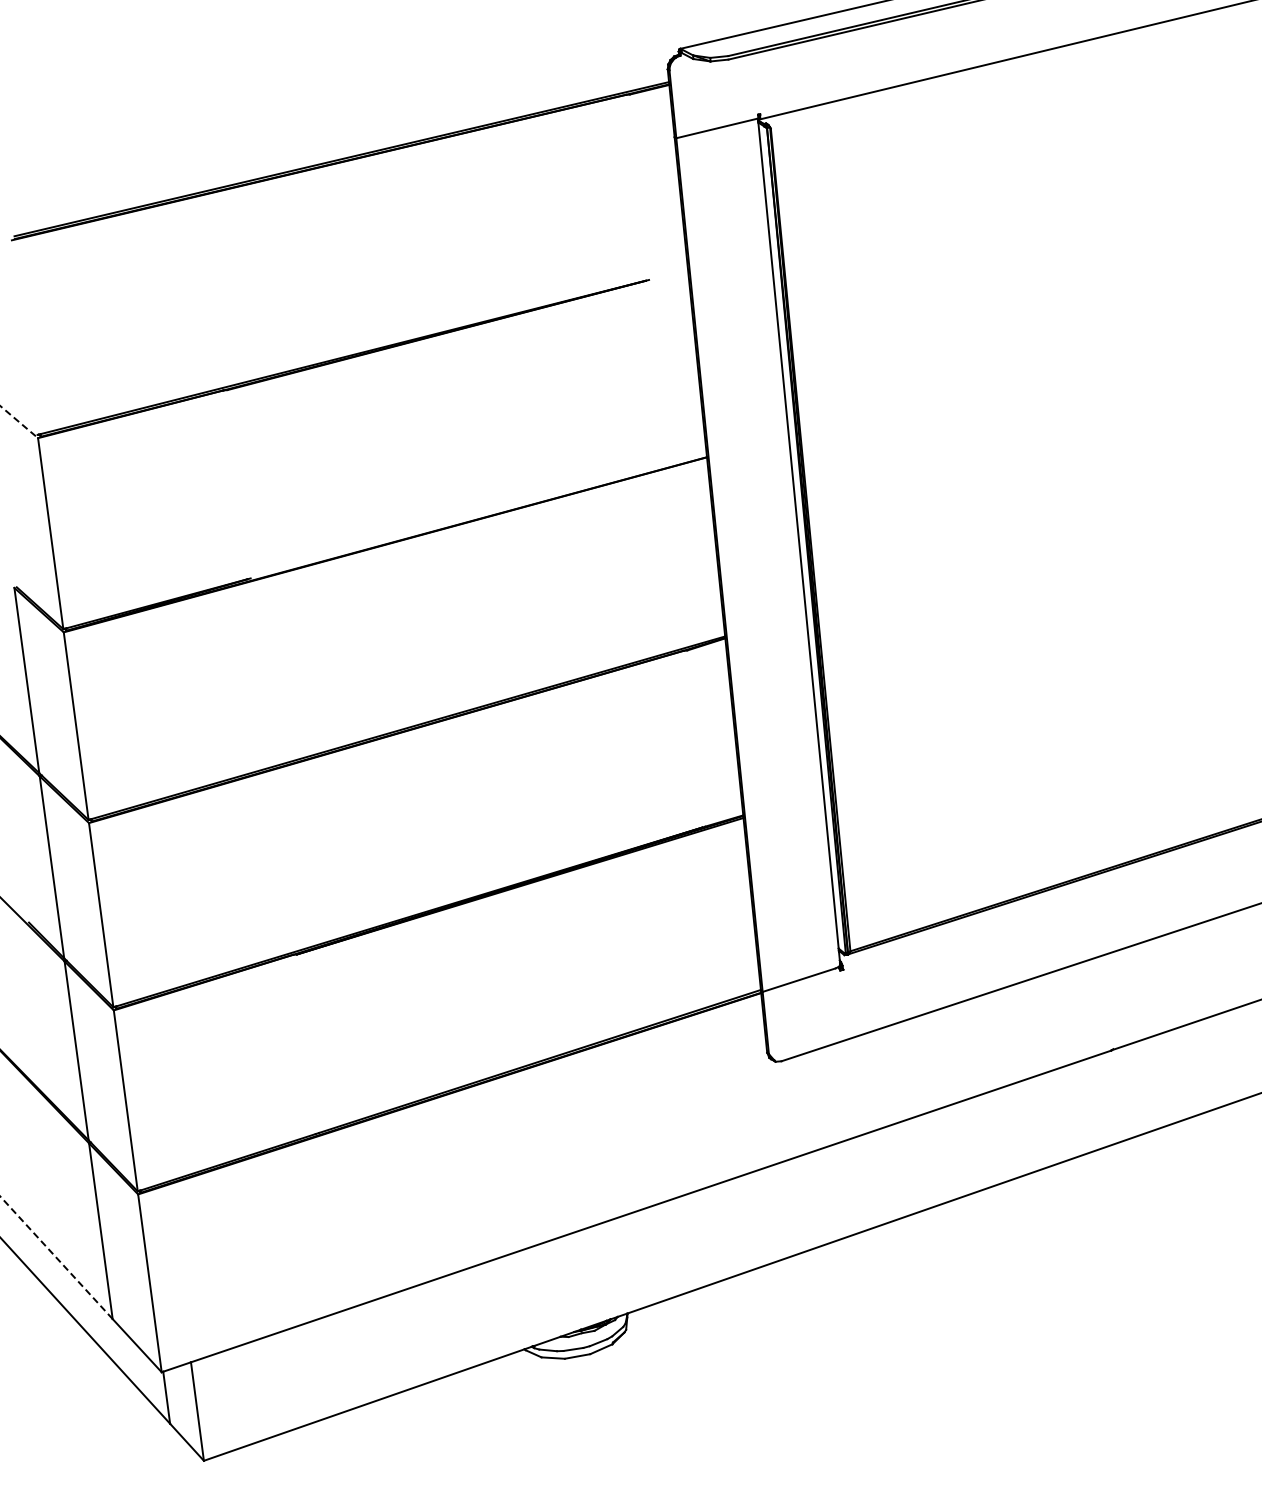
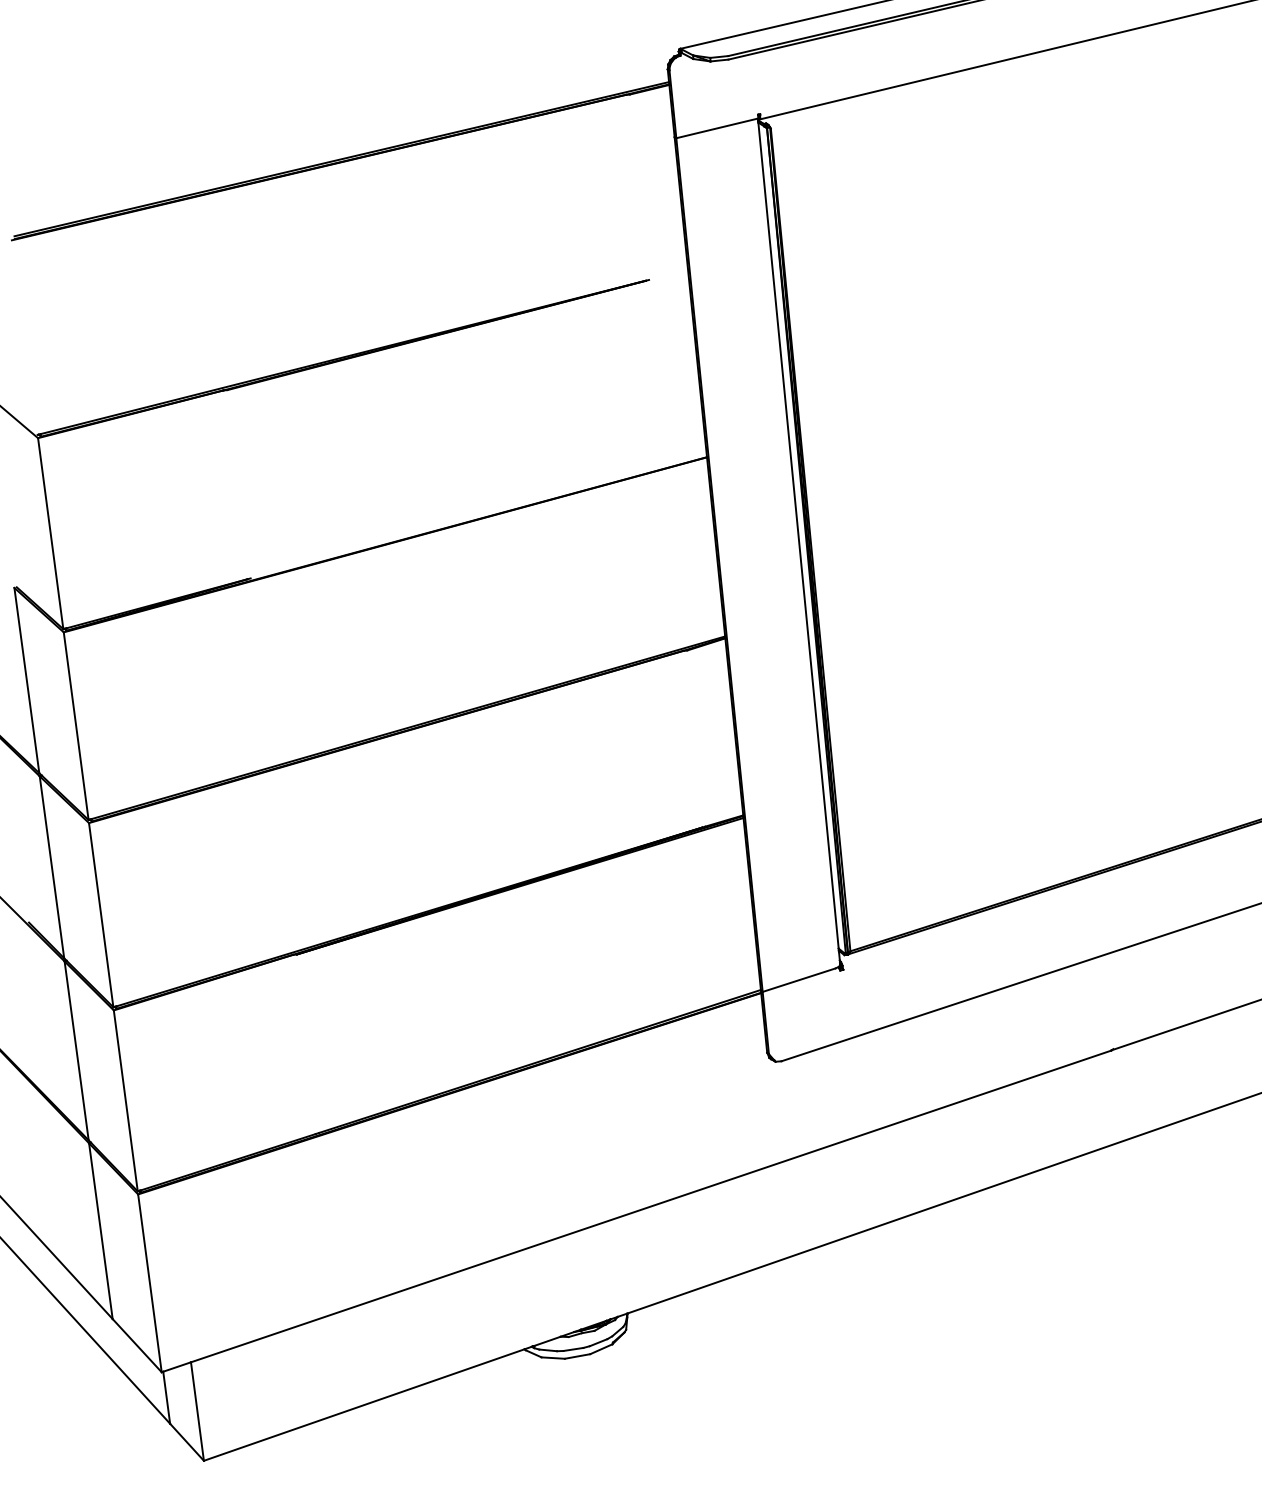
line at (19, 421): dashed -> solid
line at (56, 1257): dashed -> solid
